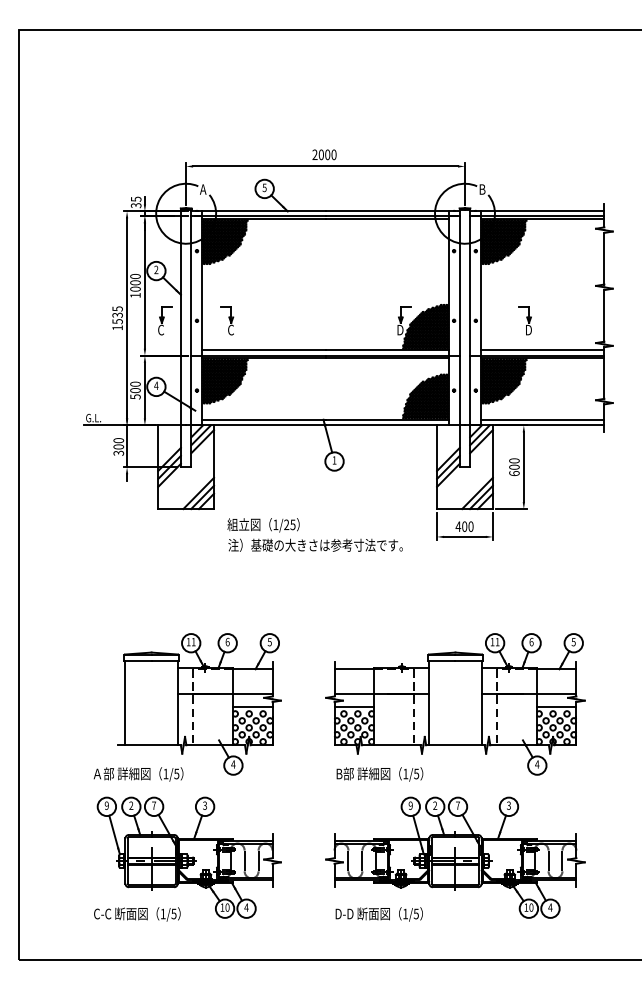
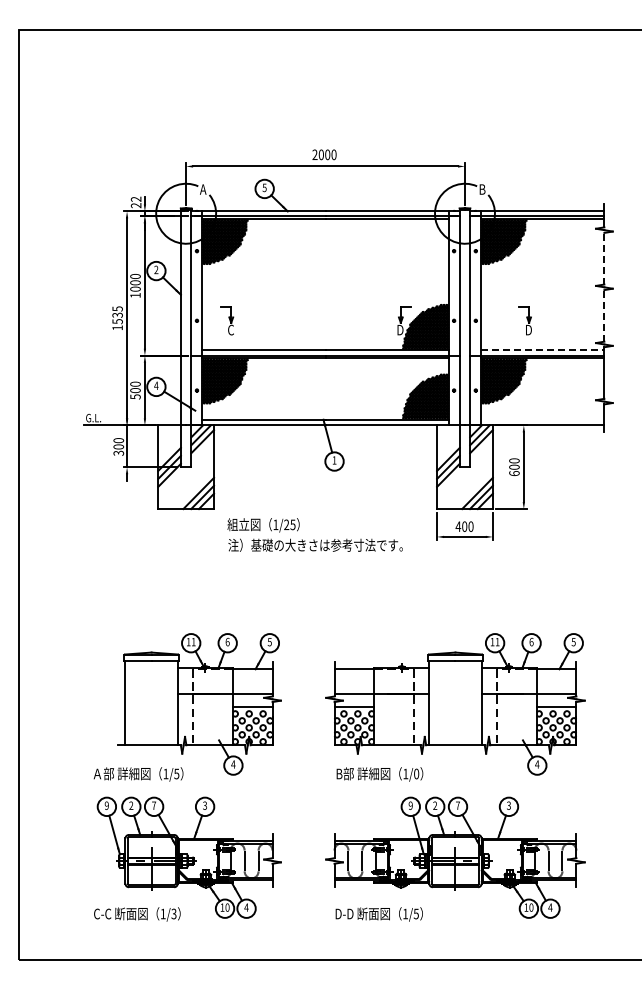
text at (135, 202): 35 -> 22
line at (604, 258): solid -> dashed
line at (604, 315): solid -> dashed
part at (165, 320): present -> none
line at (542, 350): solid -> dashed
line at (542, 419): present -> none
text at (416, 773): 1/5 -> 1/0
text at (173, 913): 1/5 -> 1/3
